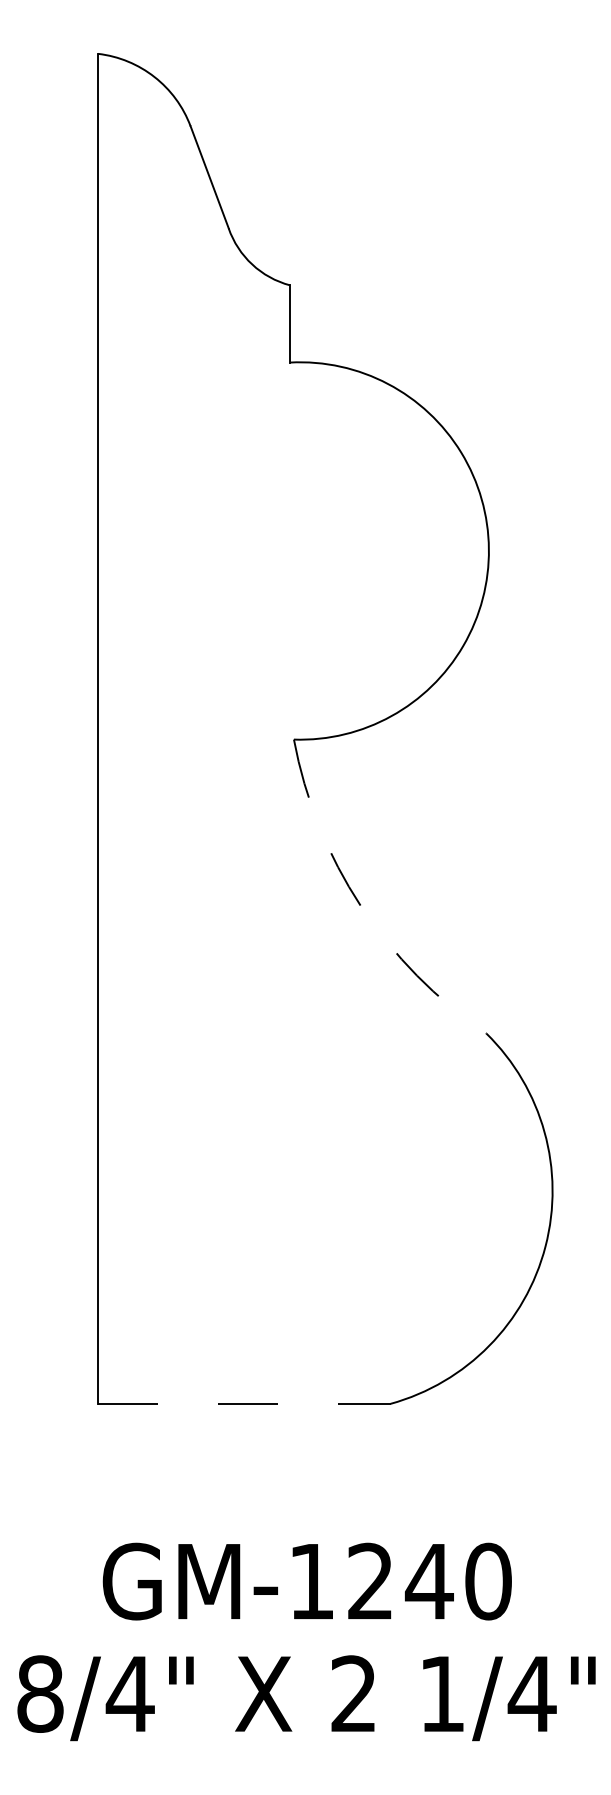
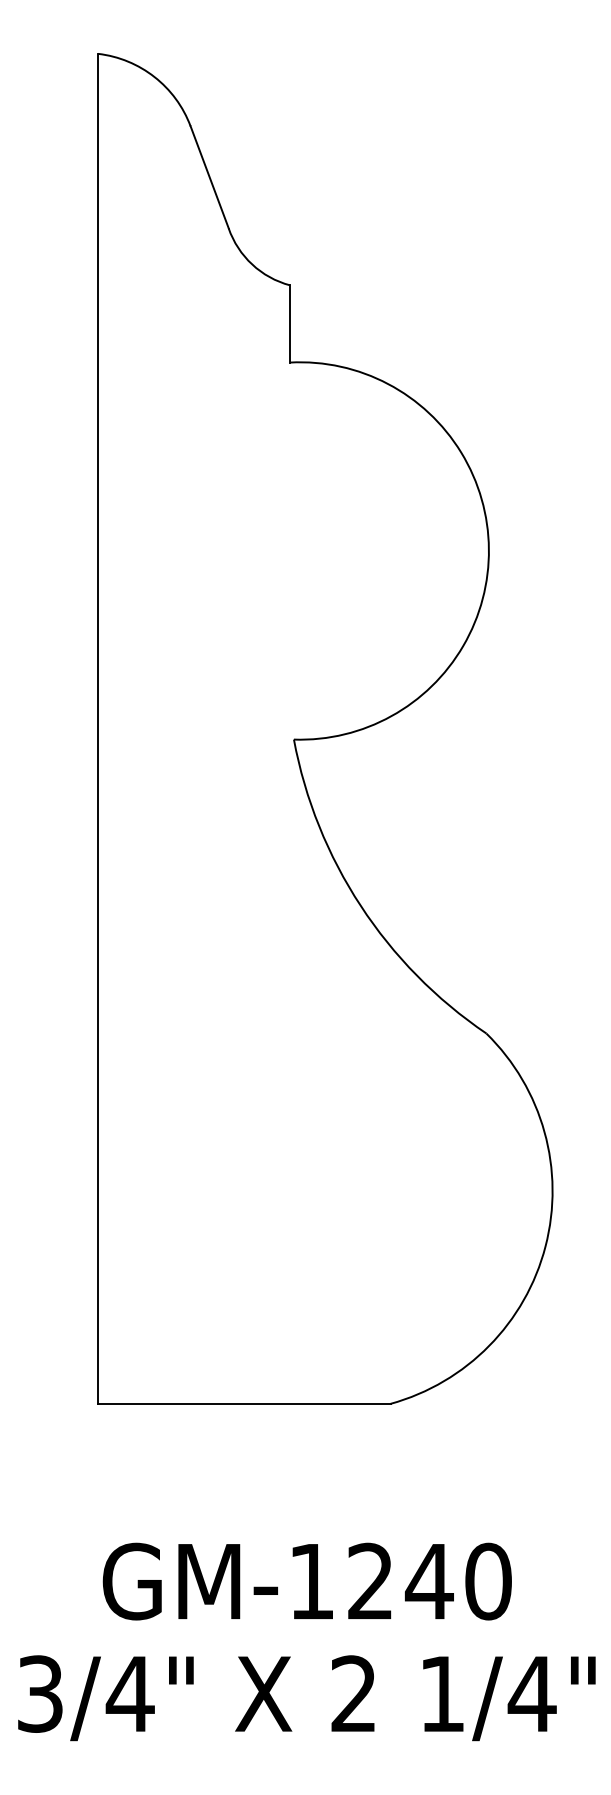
arc at (360, 905): dashed -> solid
line at (244, 1403): dashed -> solid
text at (40, 1693): 8/4" -> 3/4"
